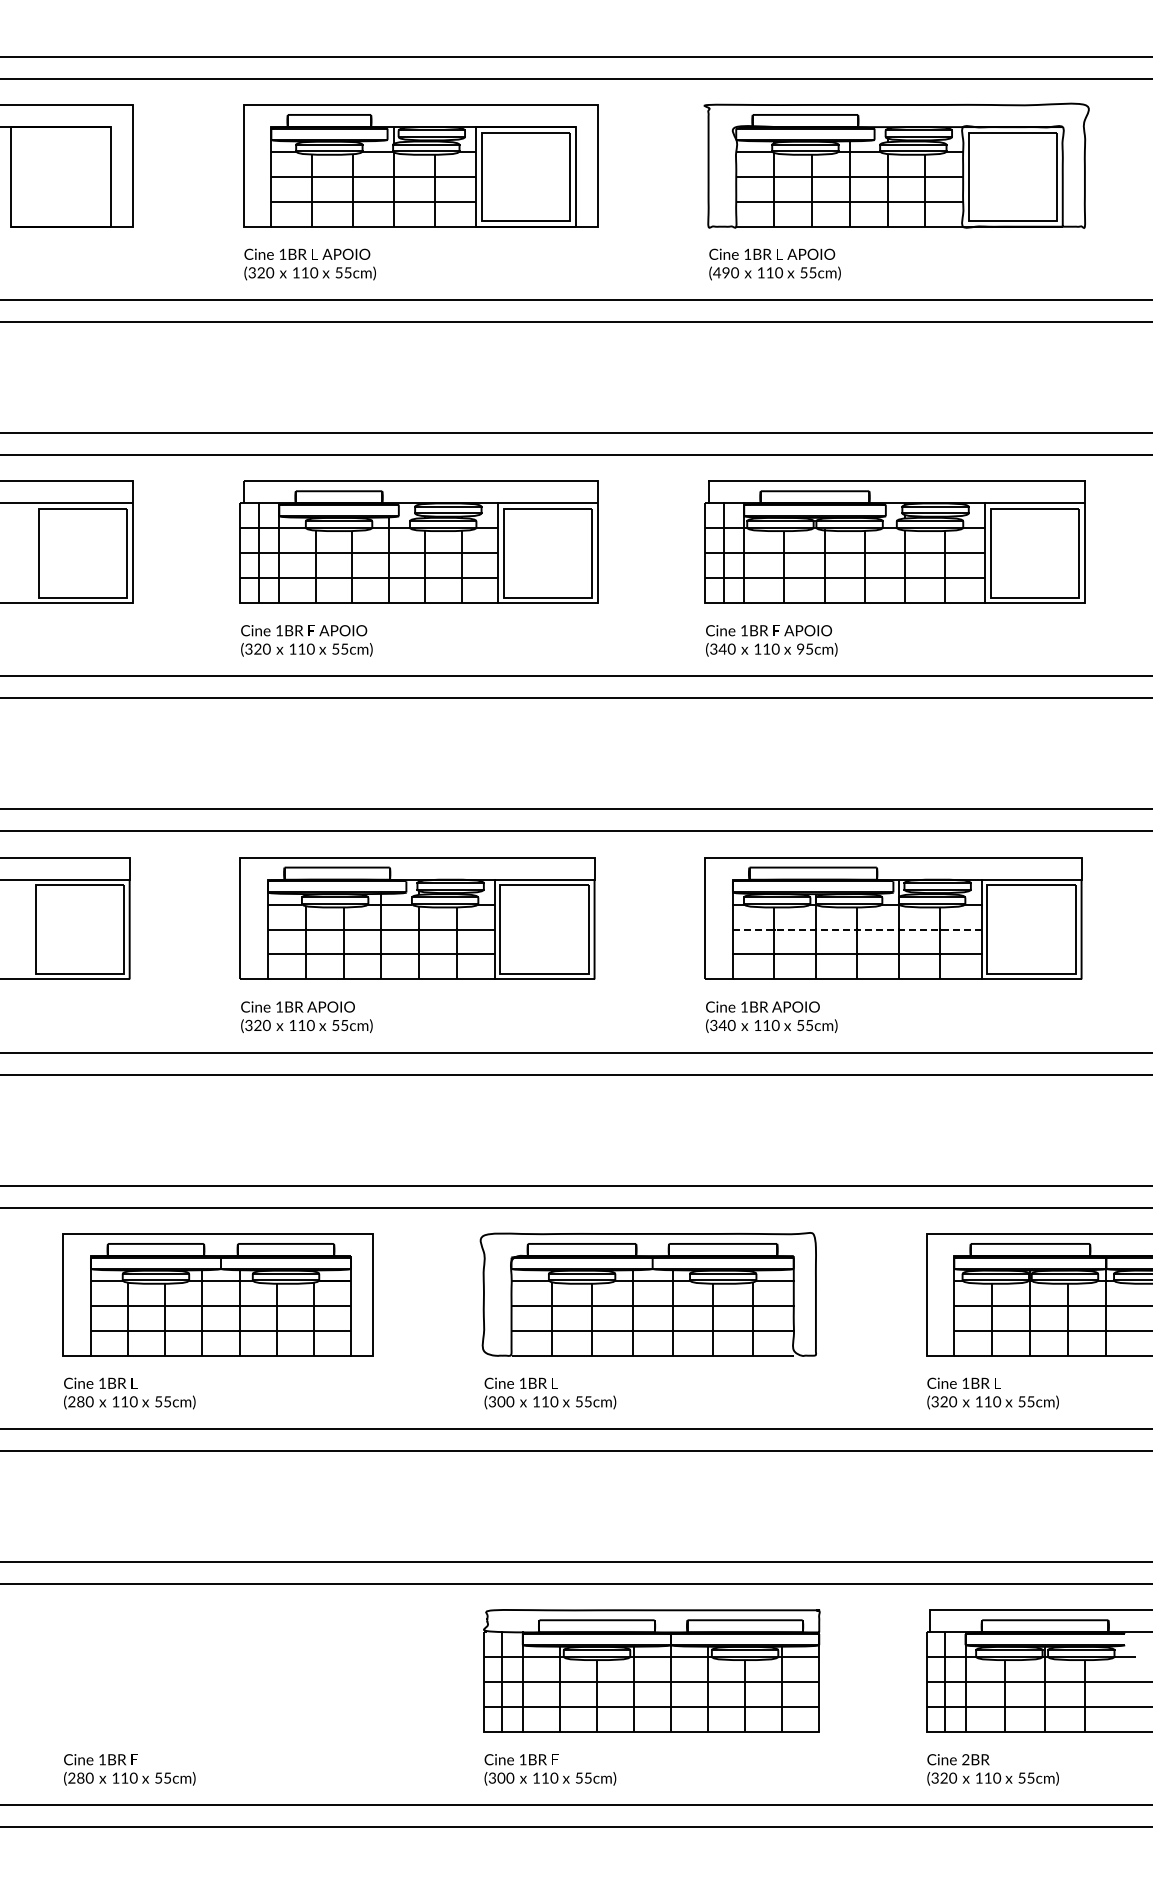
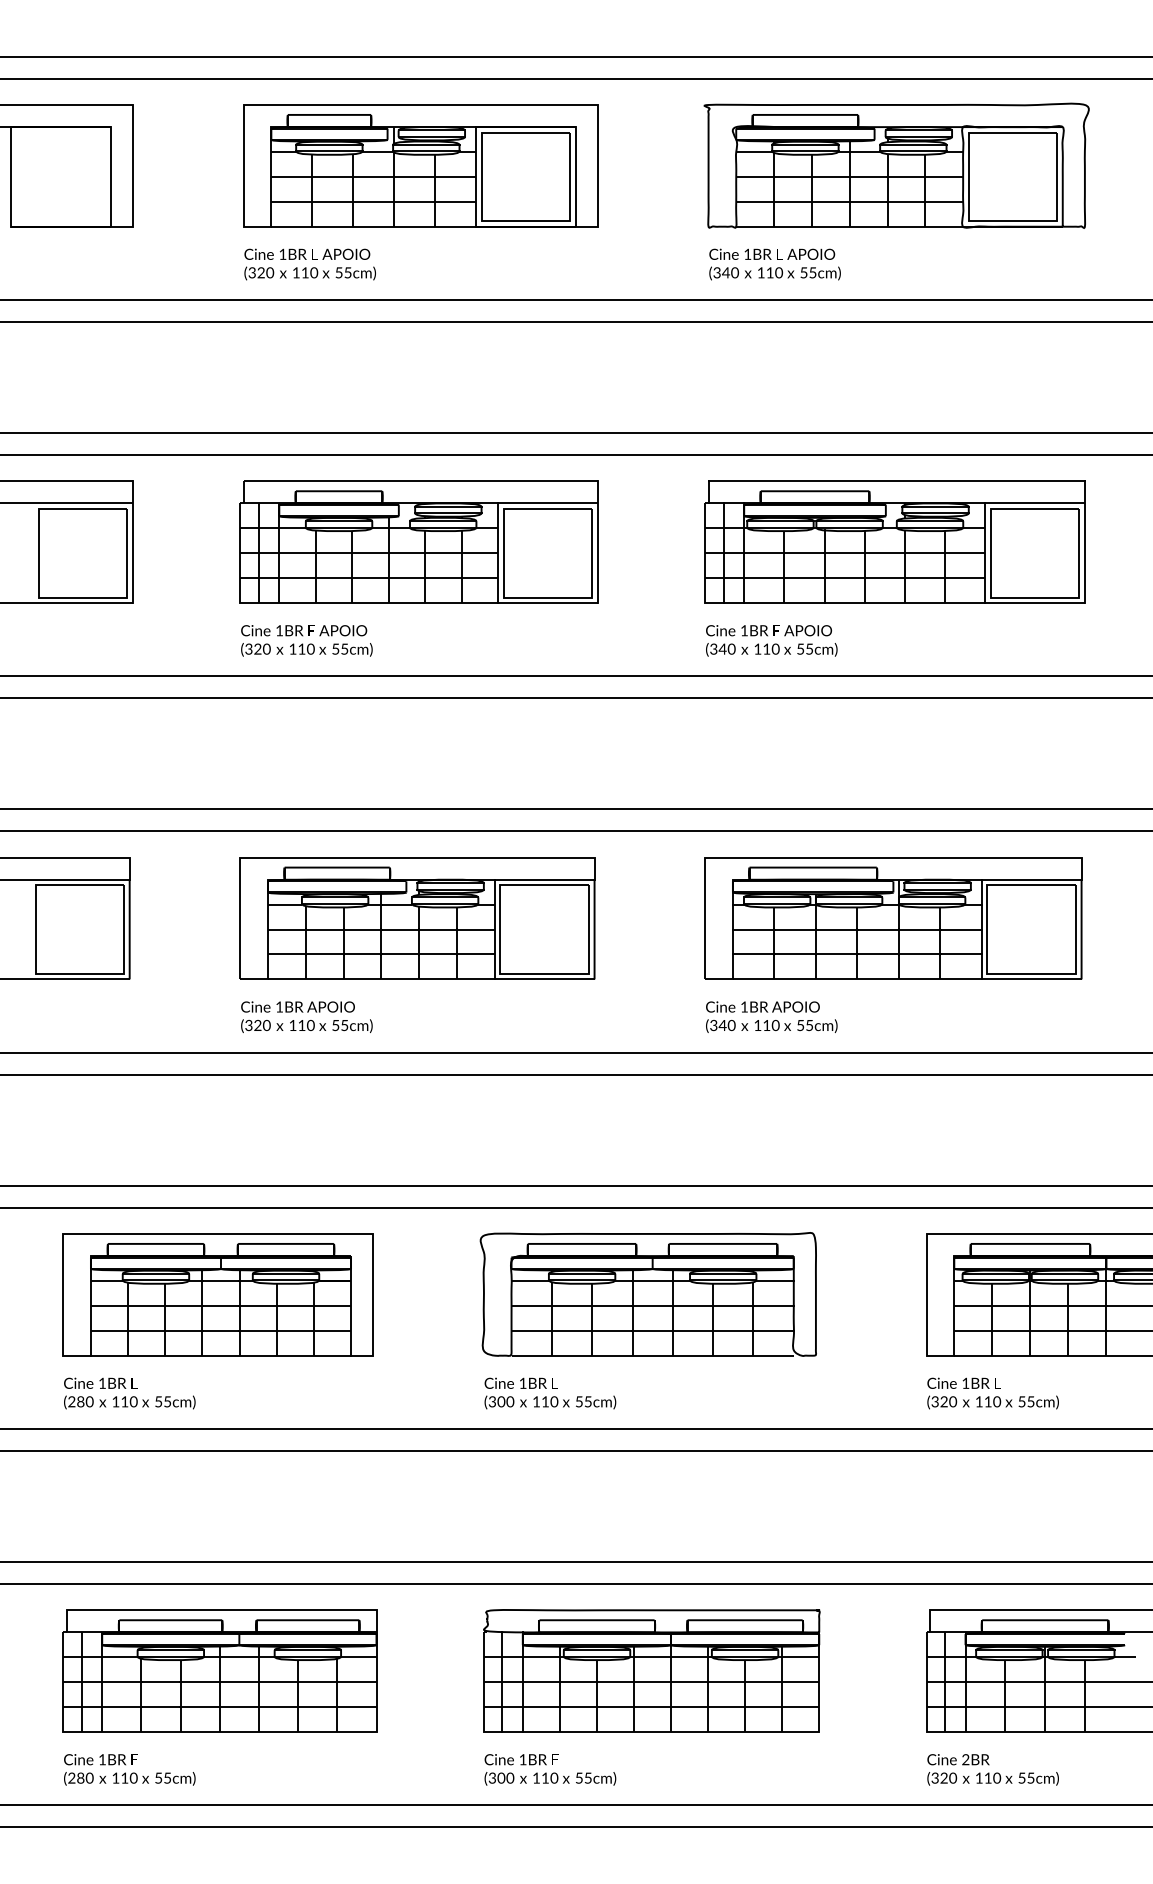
text at (721, 272): (490 -> (340
text at (800, 648): 95cm) -> 55cm)
line at (857, 929): dashed -> solid
part at (219, 1670): none -> present
